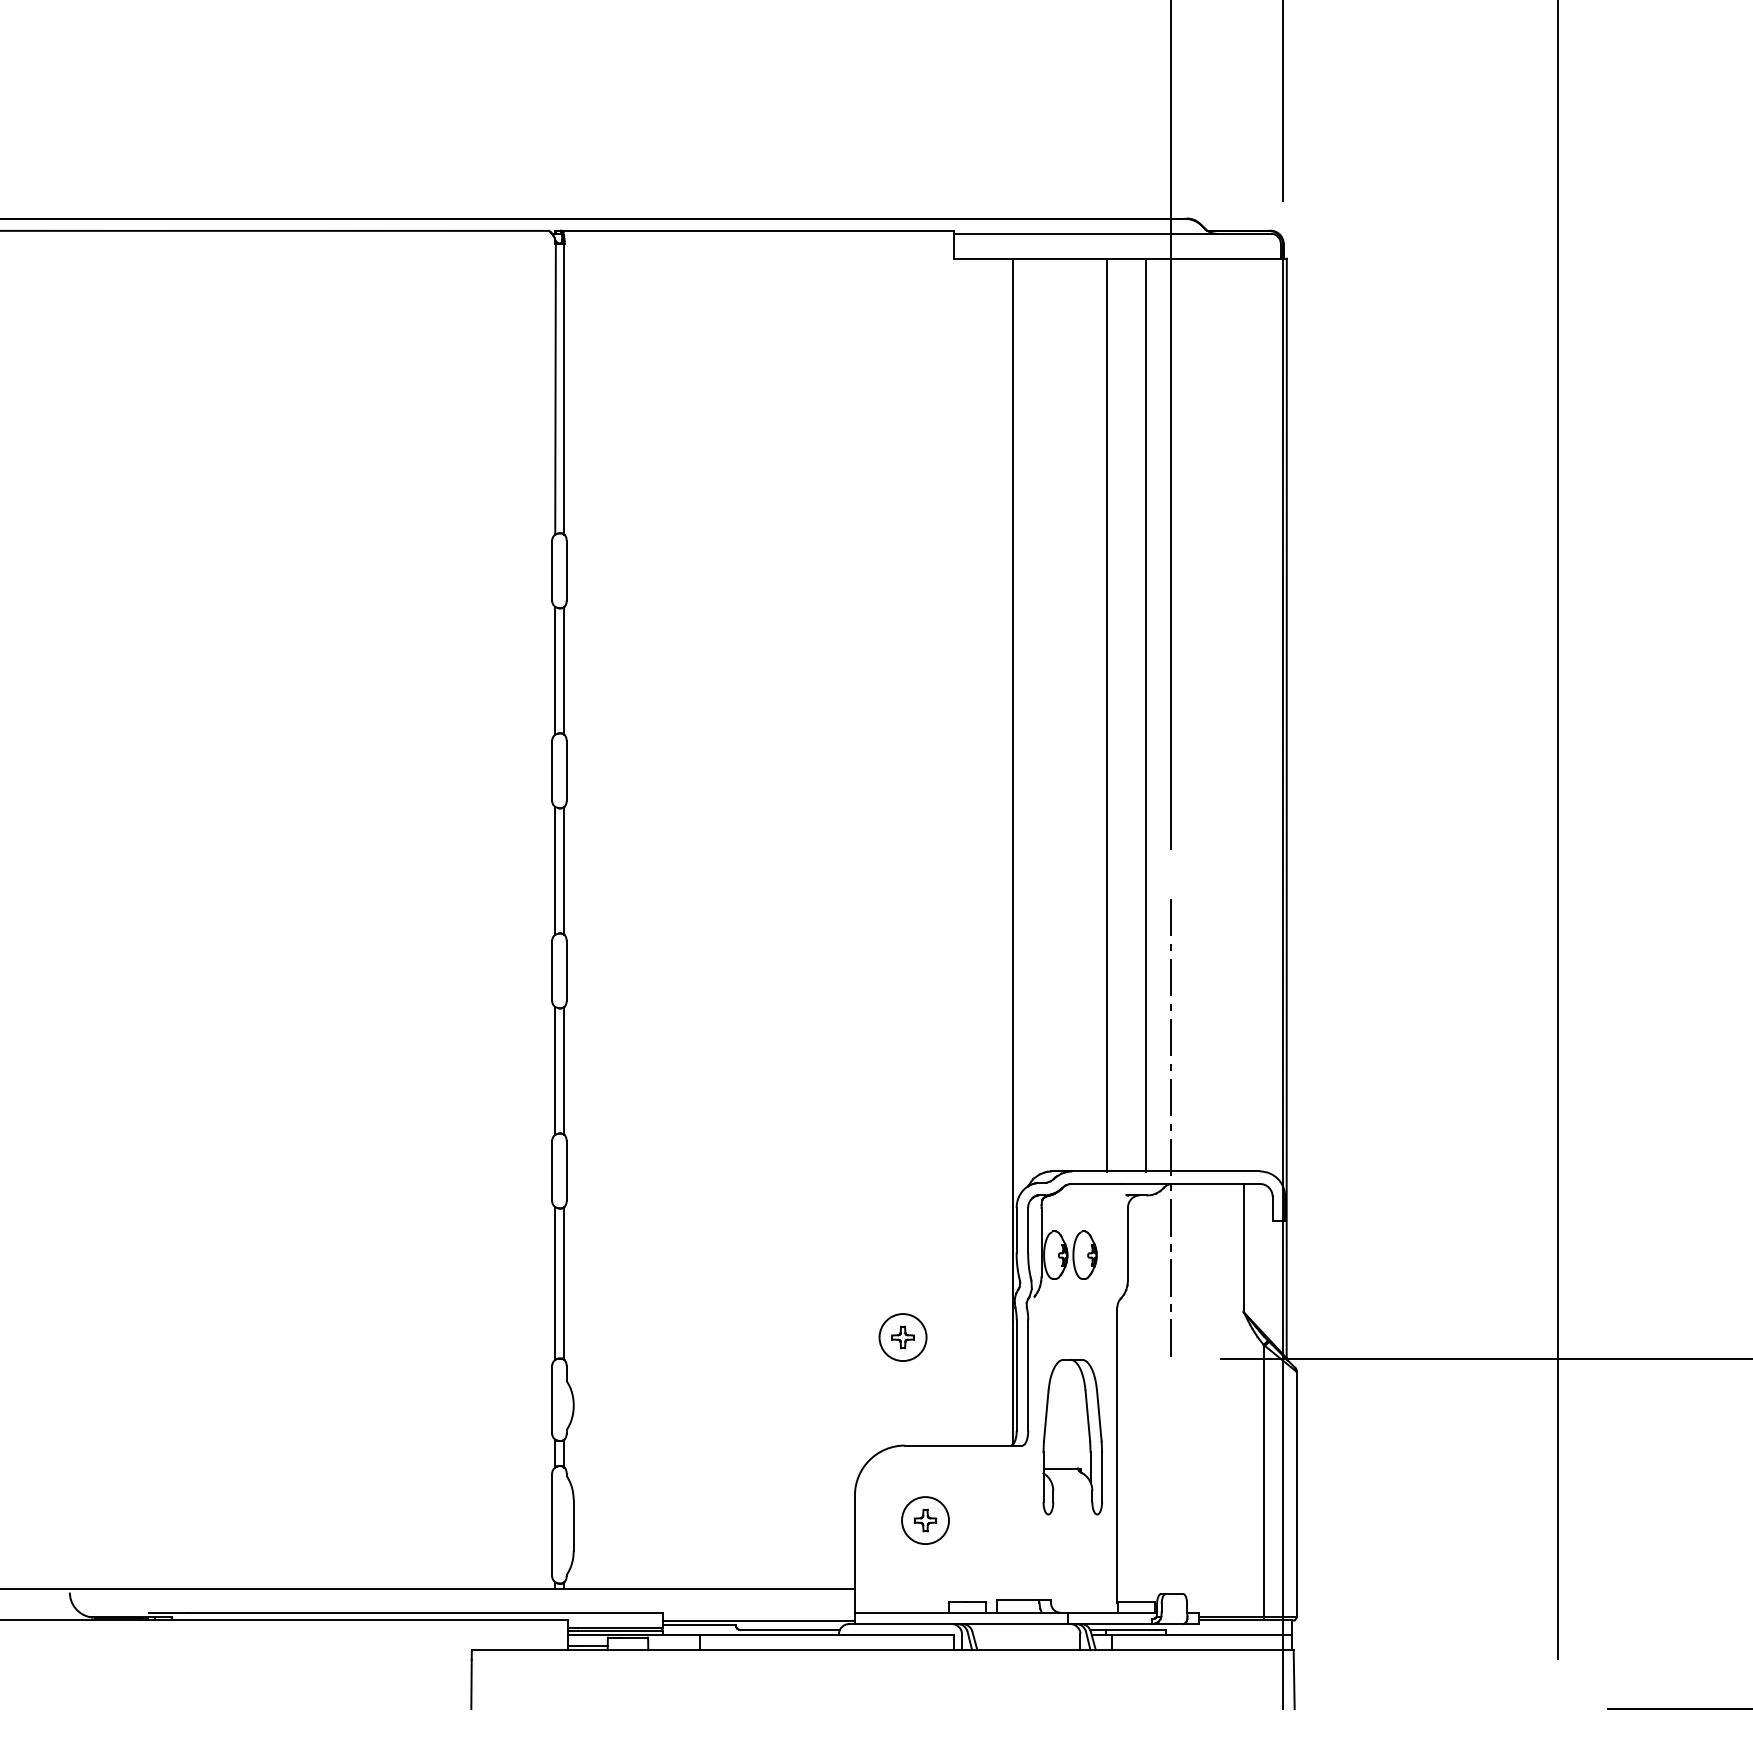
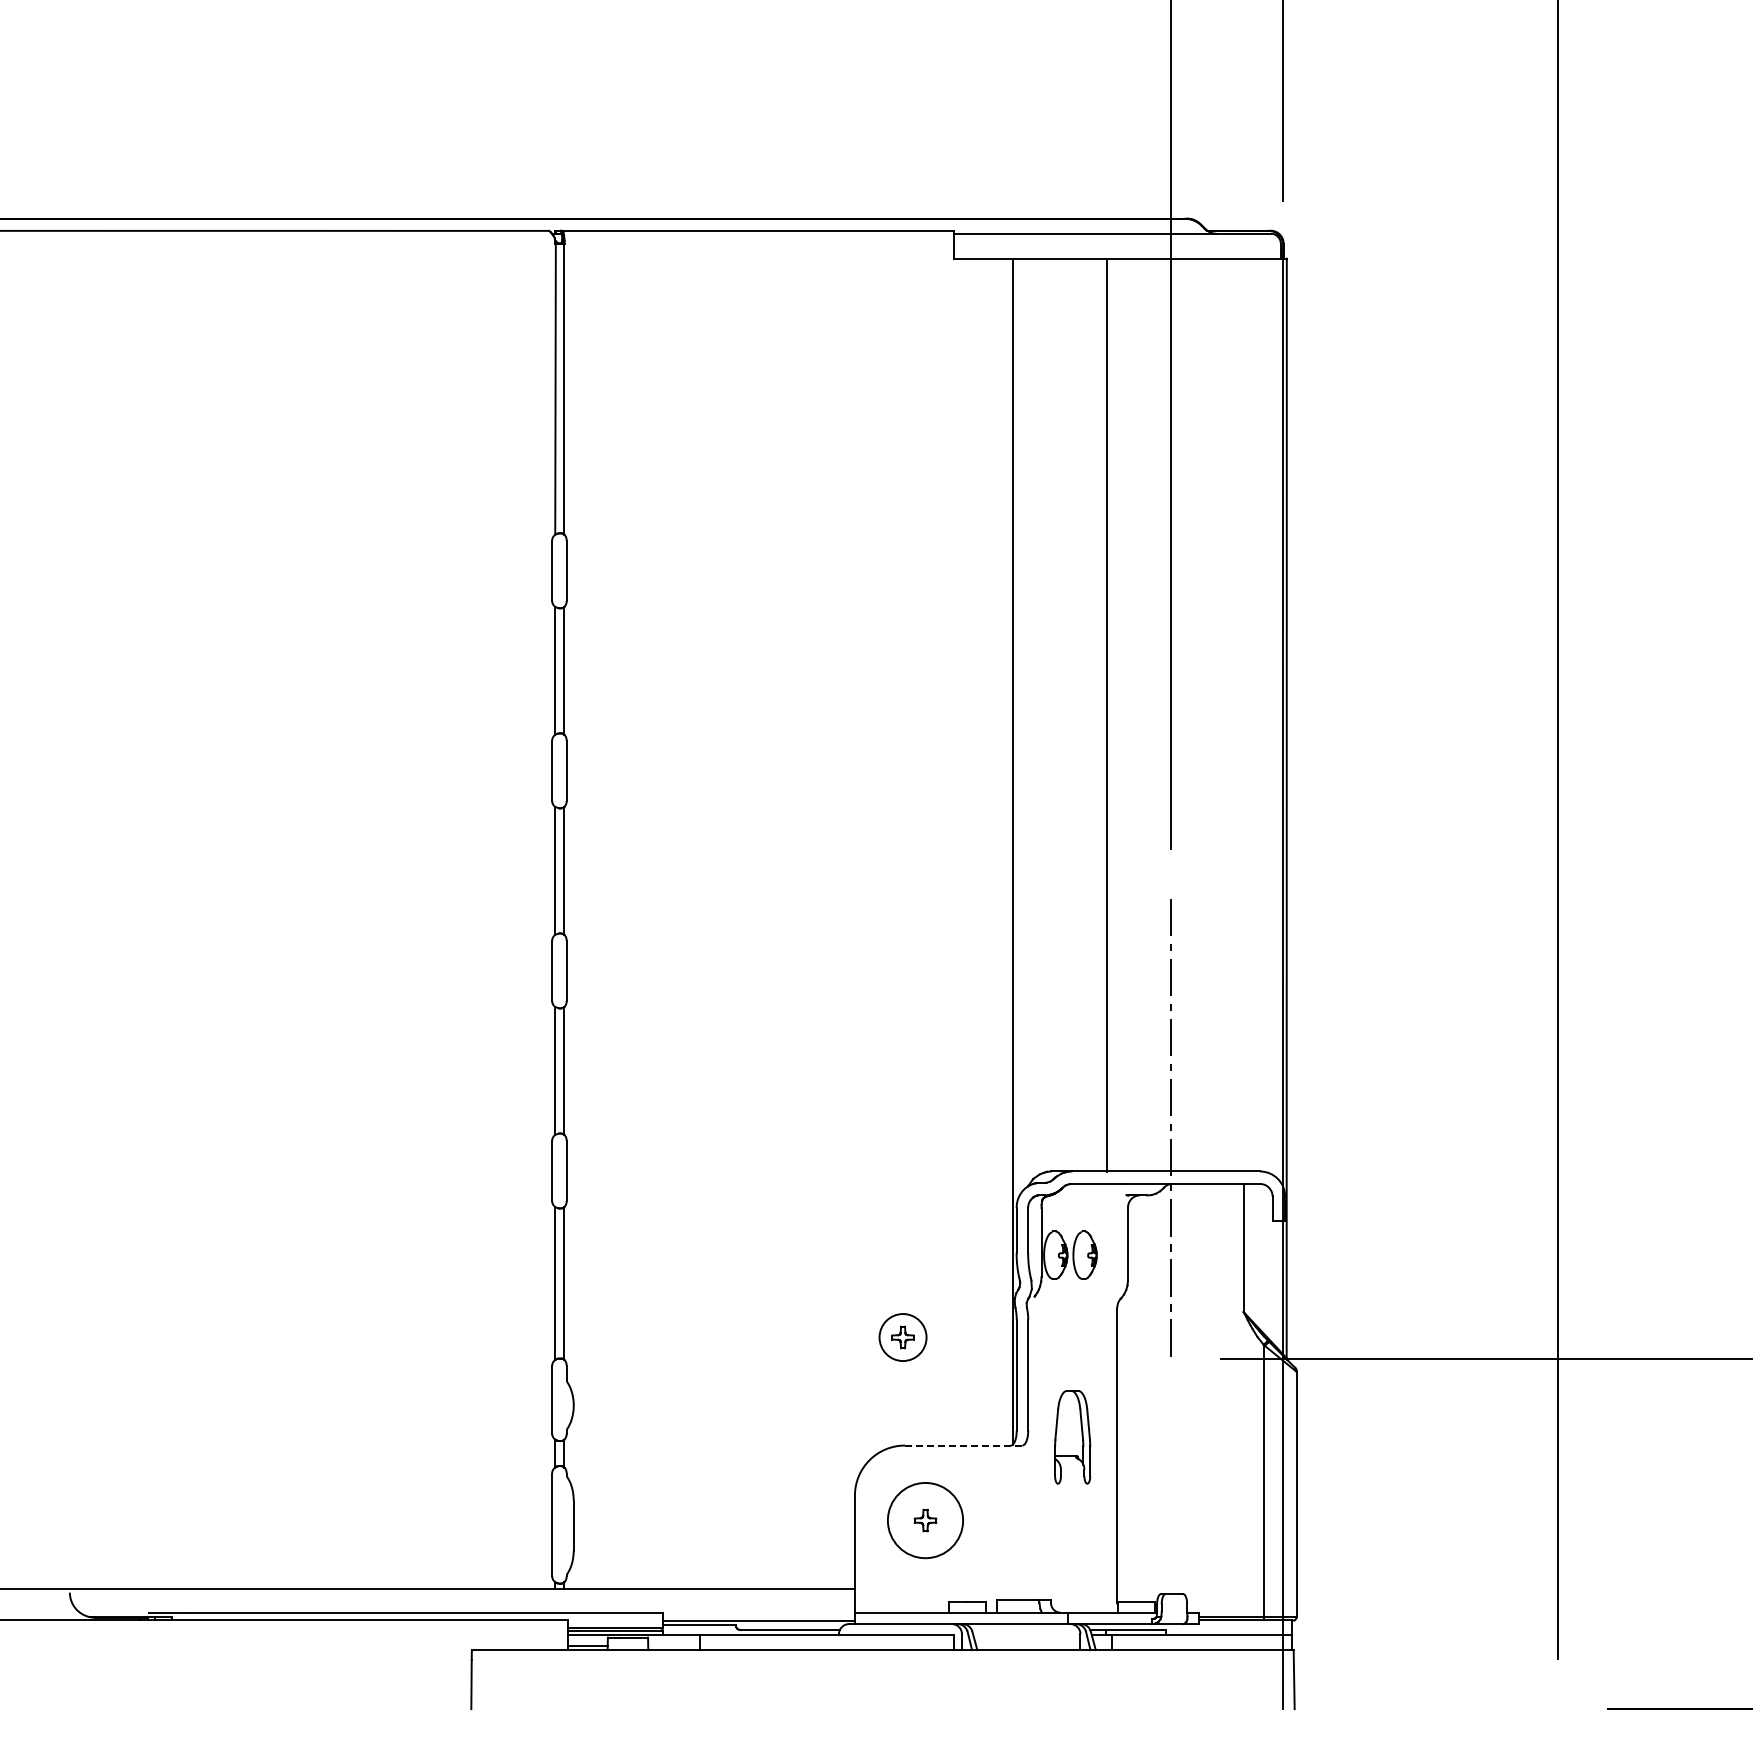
line at (1145, 714): present -> none
part at (1072, 1437) size: 61x157 px -> 38x95 px
line at (963, 1445): solid -> dashed
circle at (925, 1520) diameter: 47 px -> 75 px
